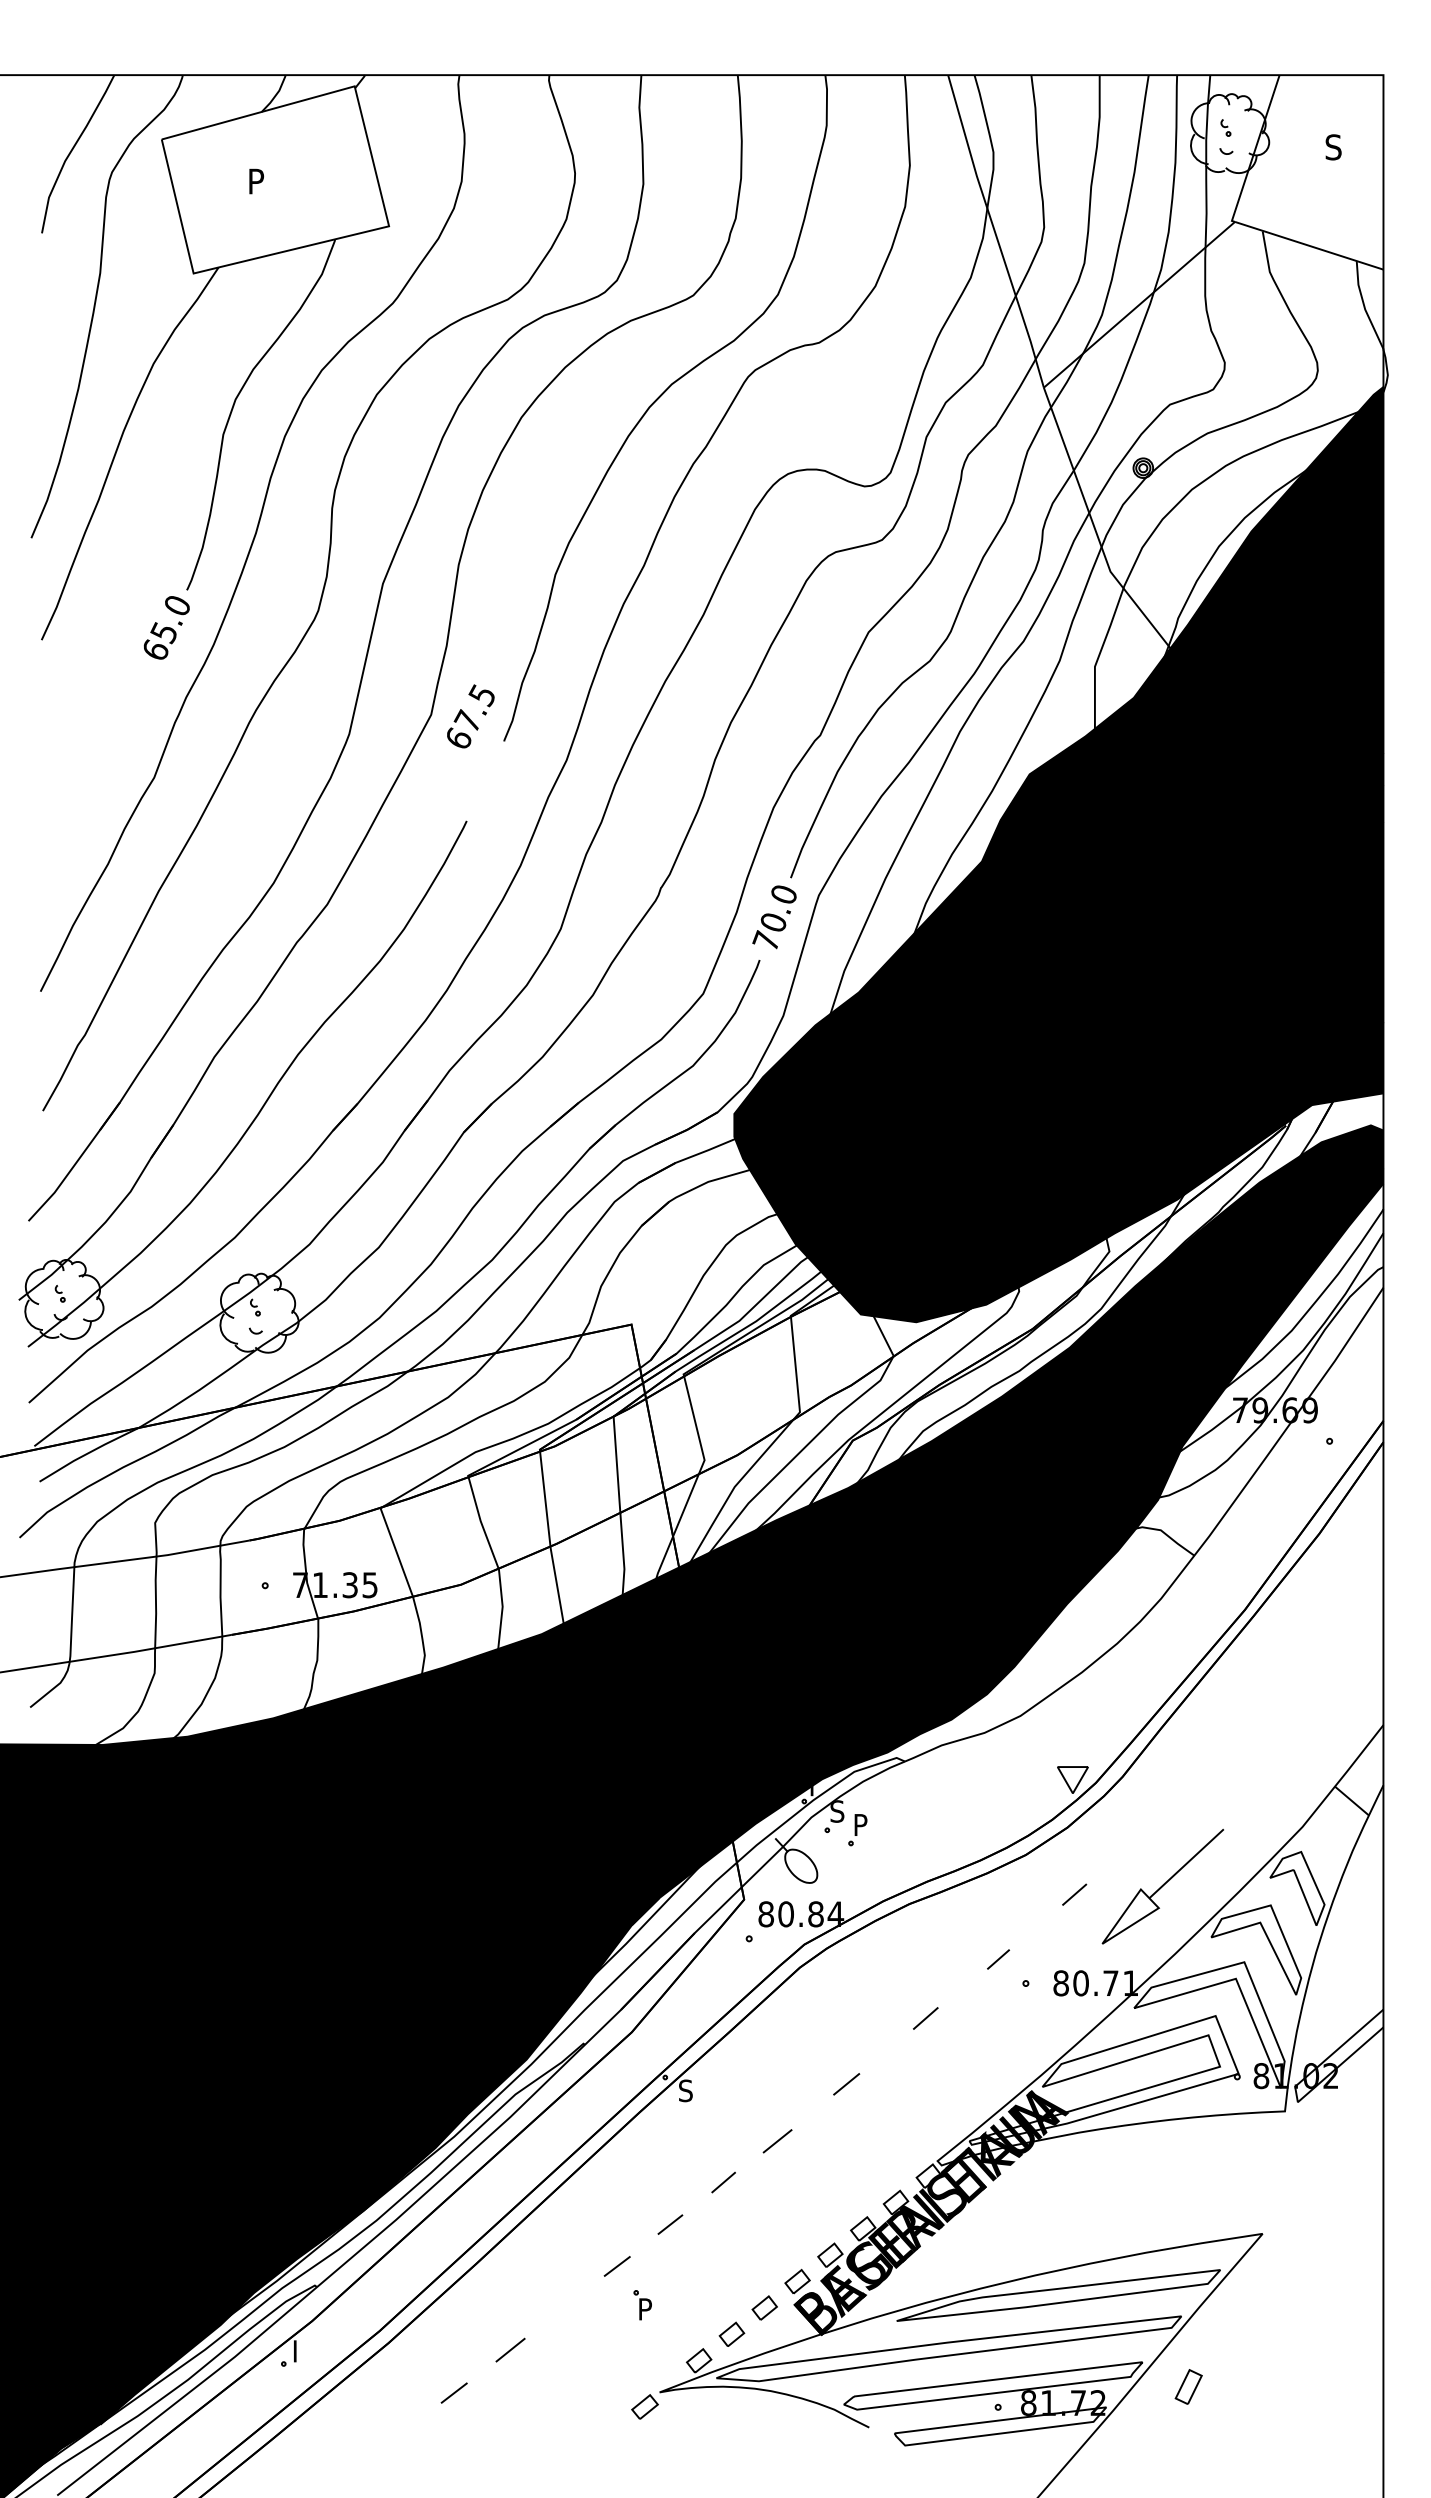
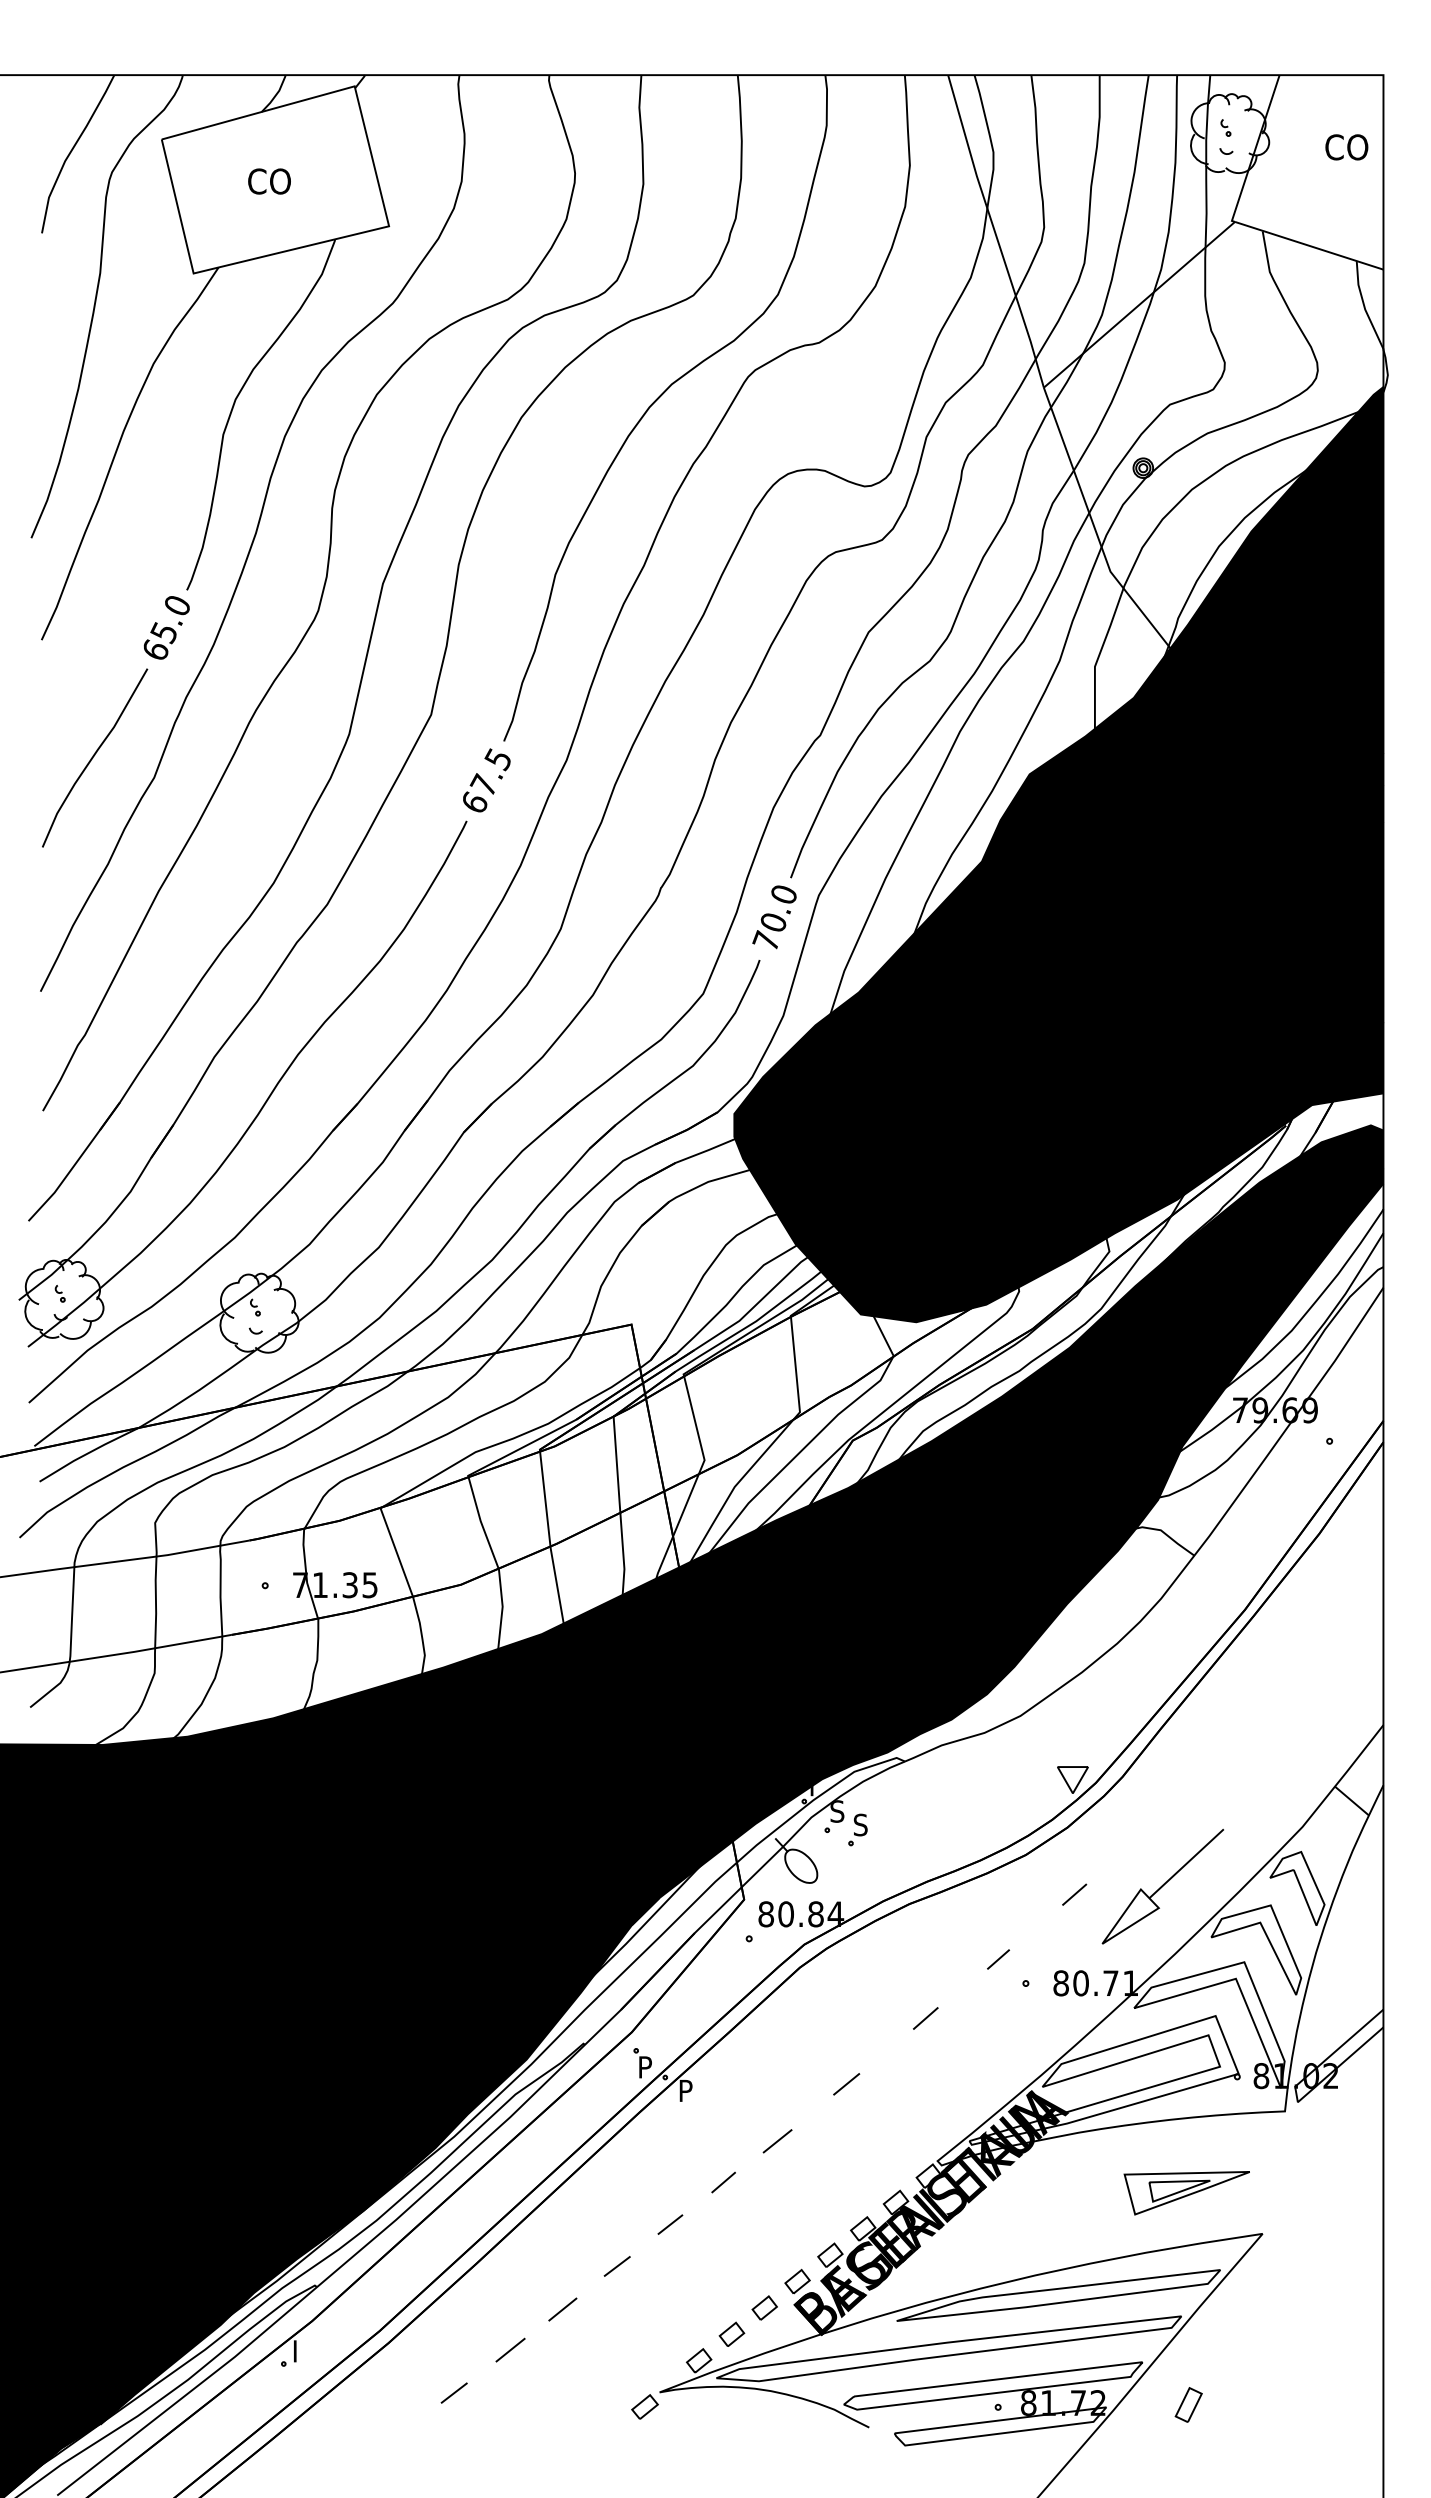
text at (1346, 147): S -> CO
text at (269, 181): P -> CO
text at (470, 716) position: (470, 716) -> (486, 780)
curve at (94, 756): none -> present
text at (860, 1824): P -> S
text at (685, 2090): S -> P
part at (1186, 2193): none -> present
part at (642, 2305) position: (642, 2305) -> (642, 2063)
line at (562, 2309): none -> present
part at (1188, 2386) position: (1188, 2386) -> (1188, 2404)
